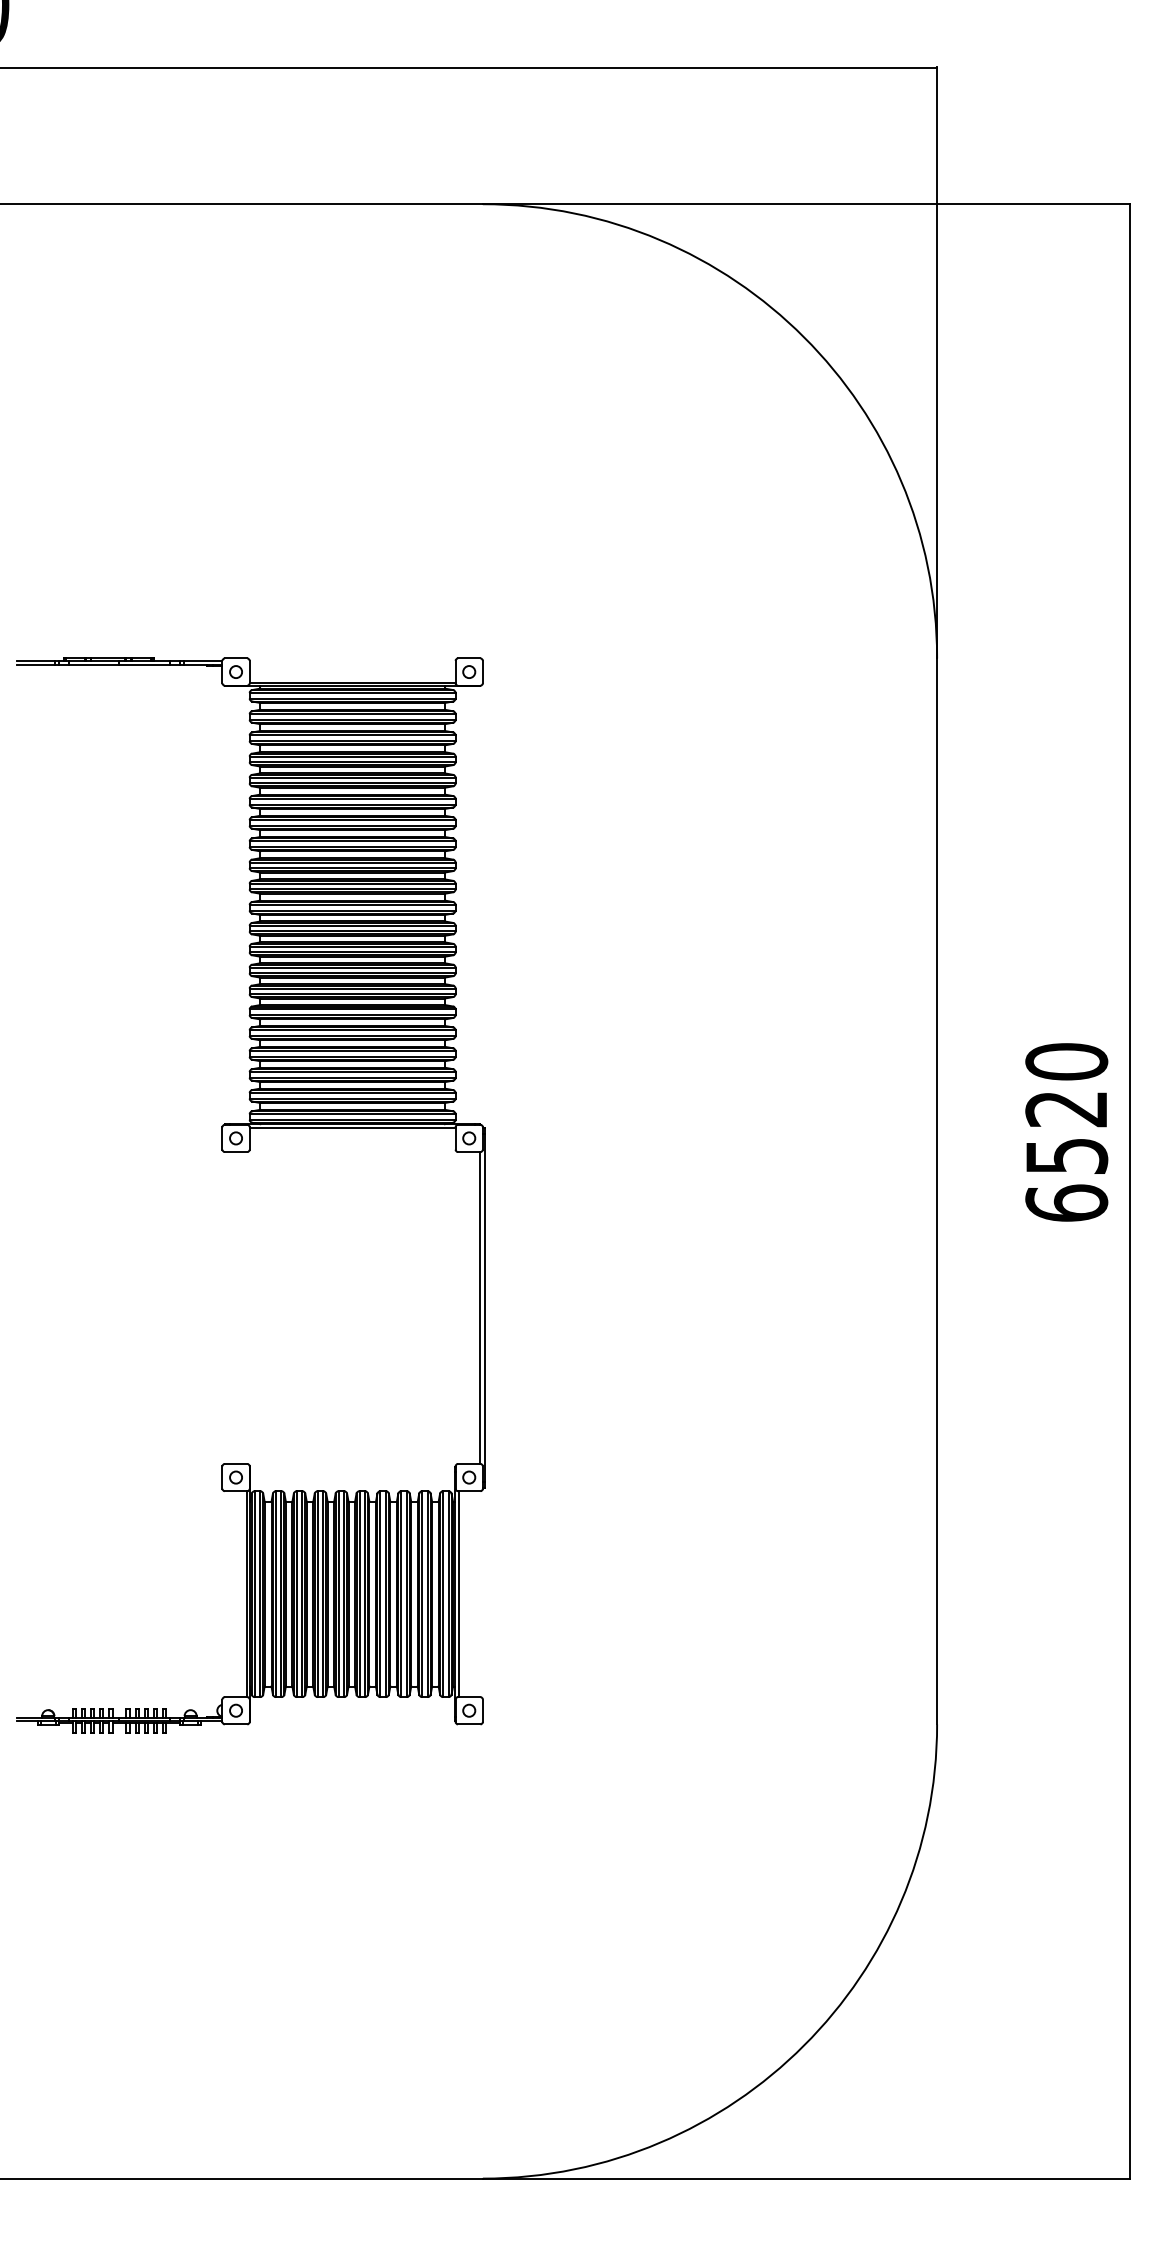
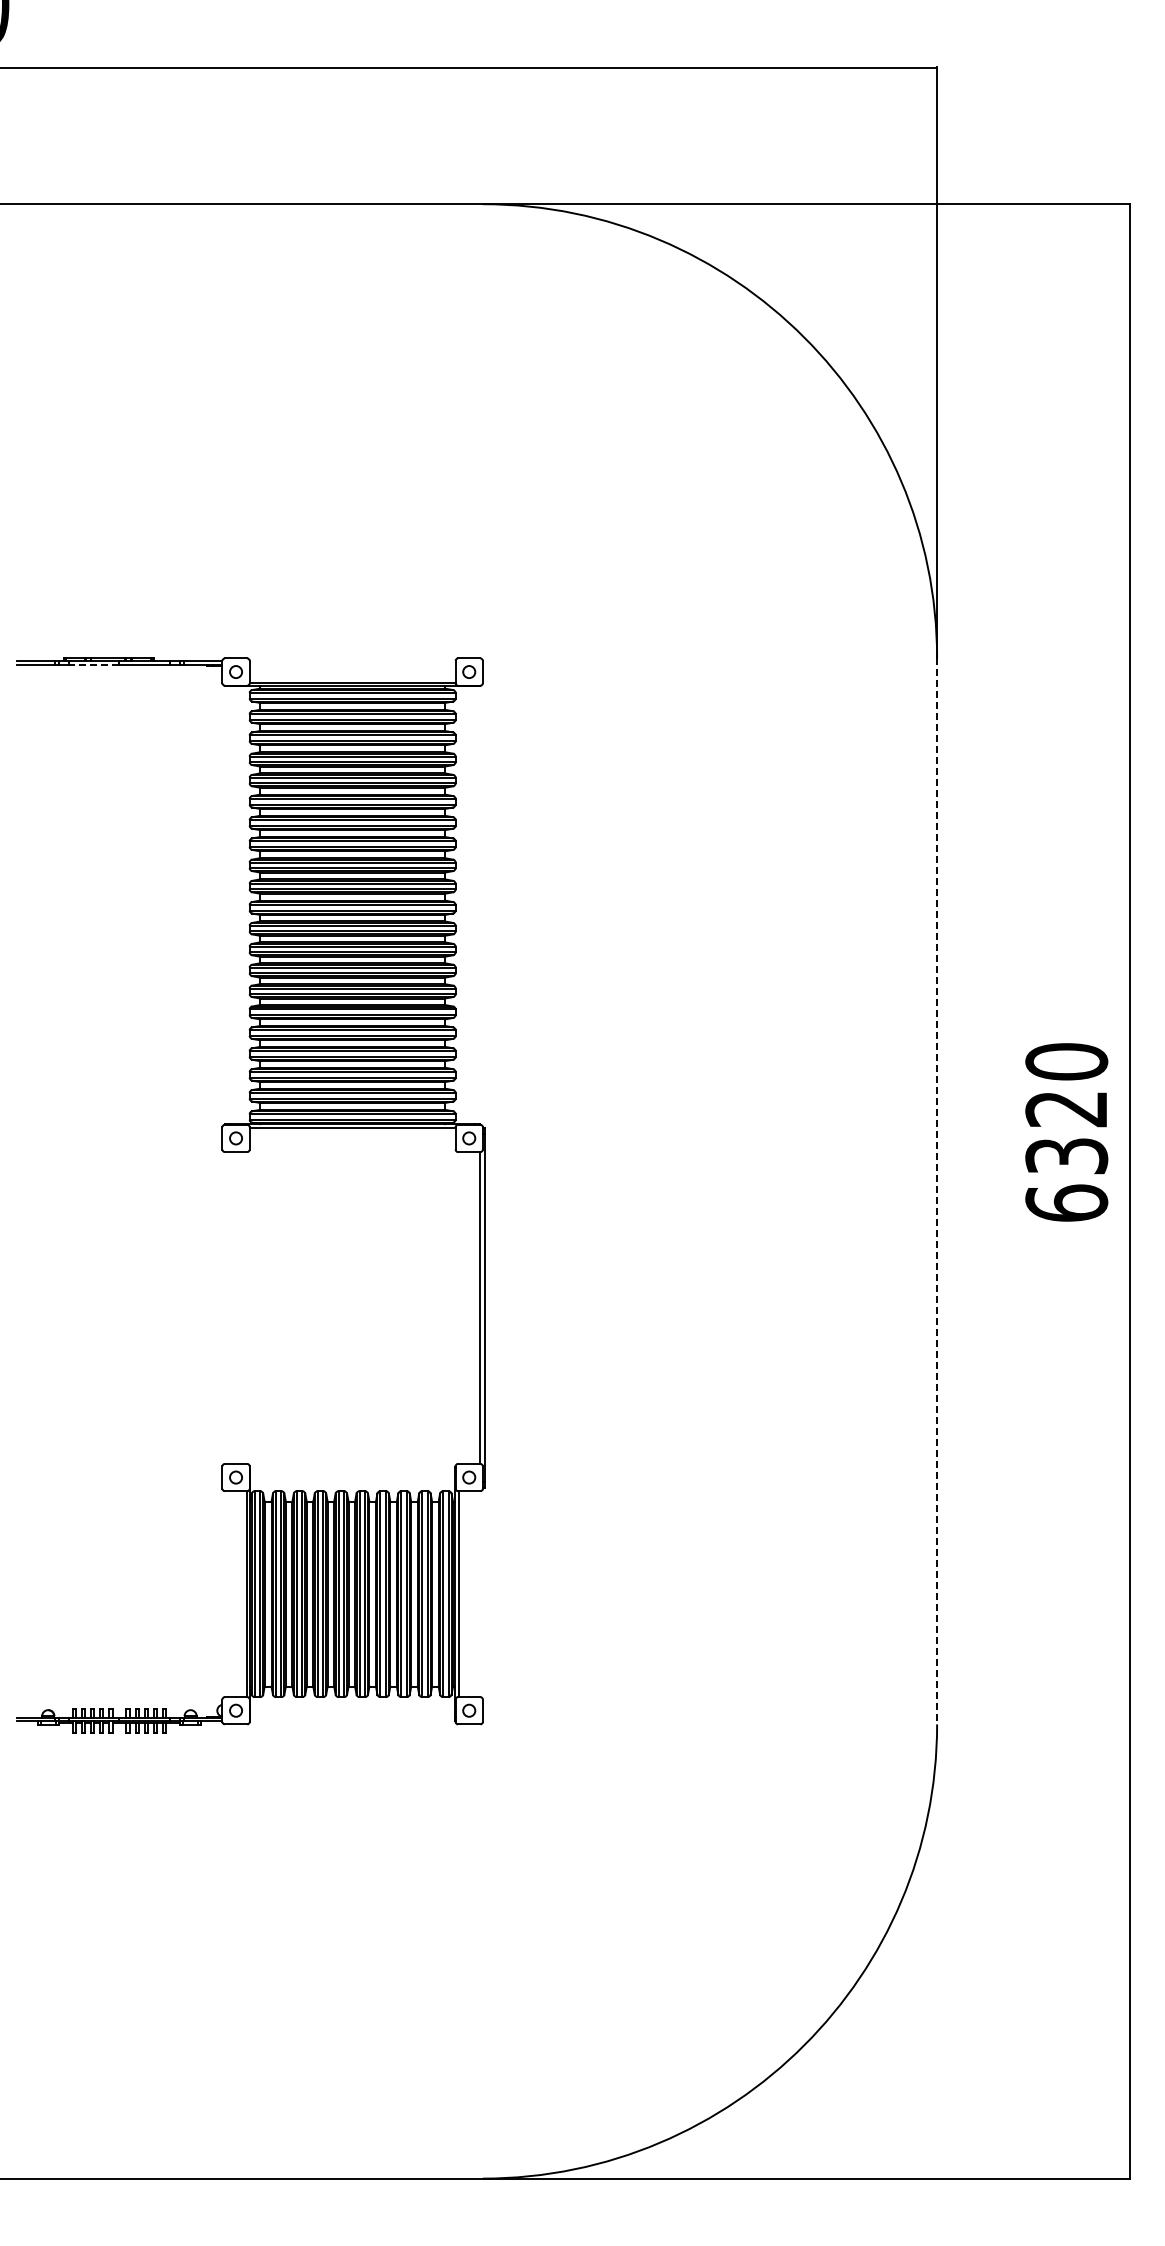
line at (93, 665): solid -> dashed
text at (1066, 1155): 6520 -> 6320
line at (937, 1191): solid -> dashed
